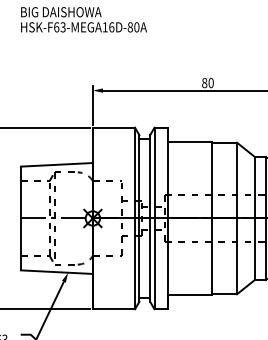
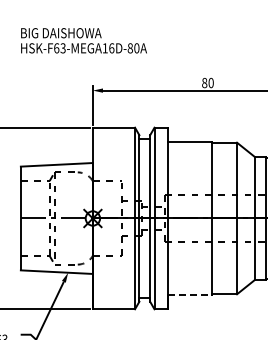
text at (83, 19) position: (83, 19) -> (83, 40)
line at (190, 294): solid -> dashed
